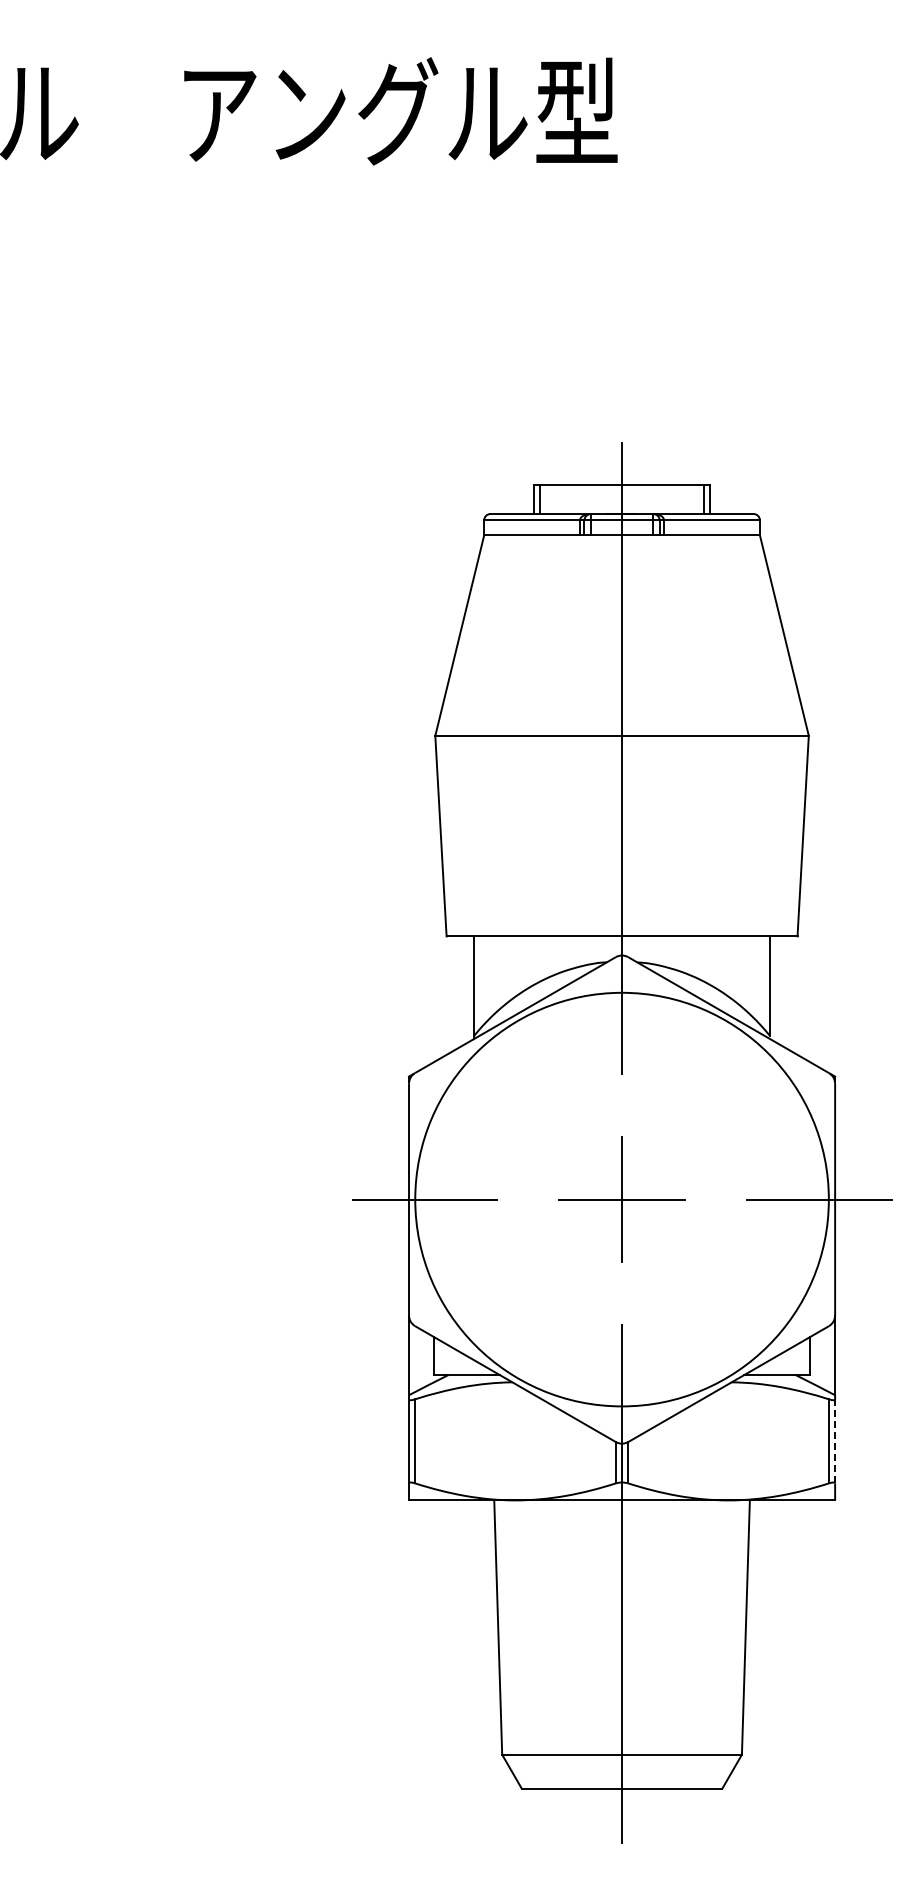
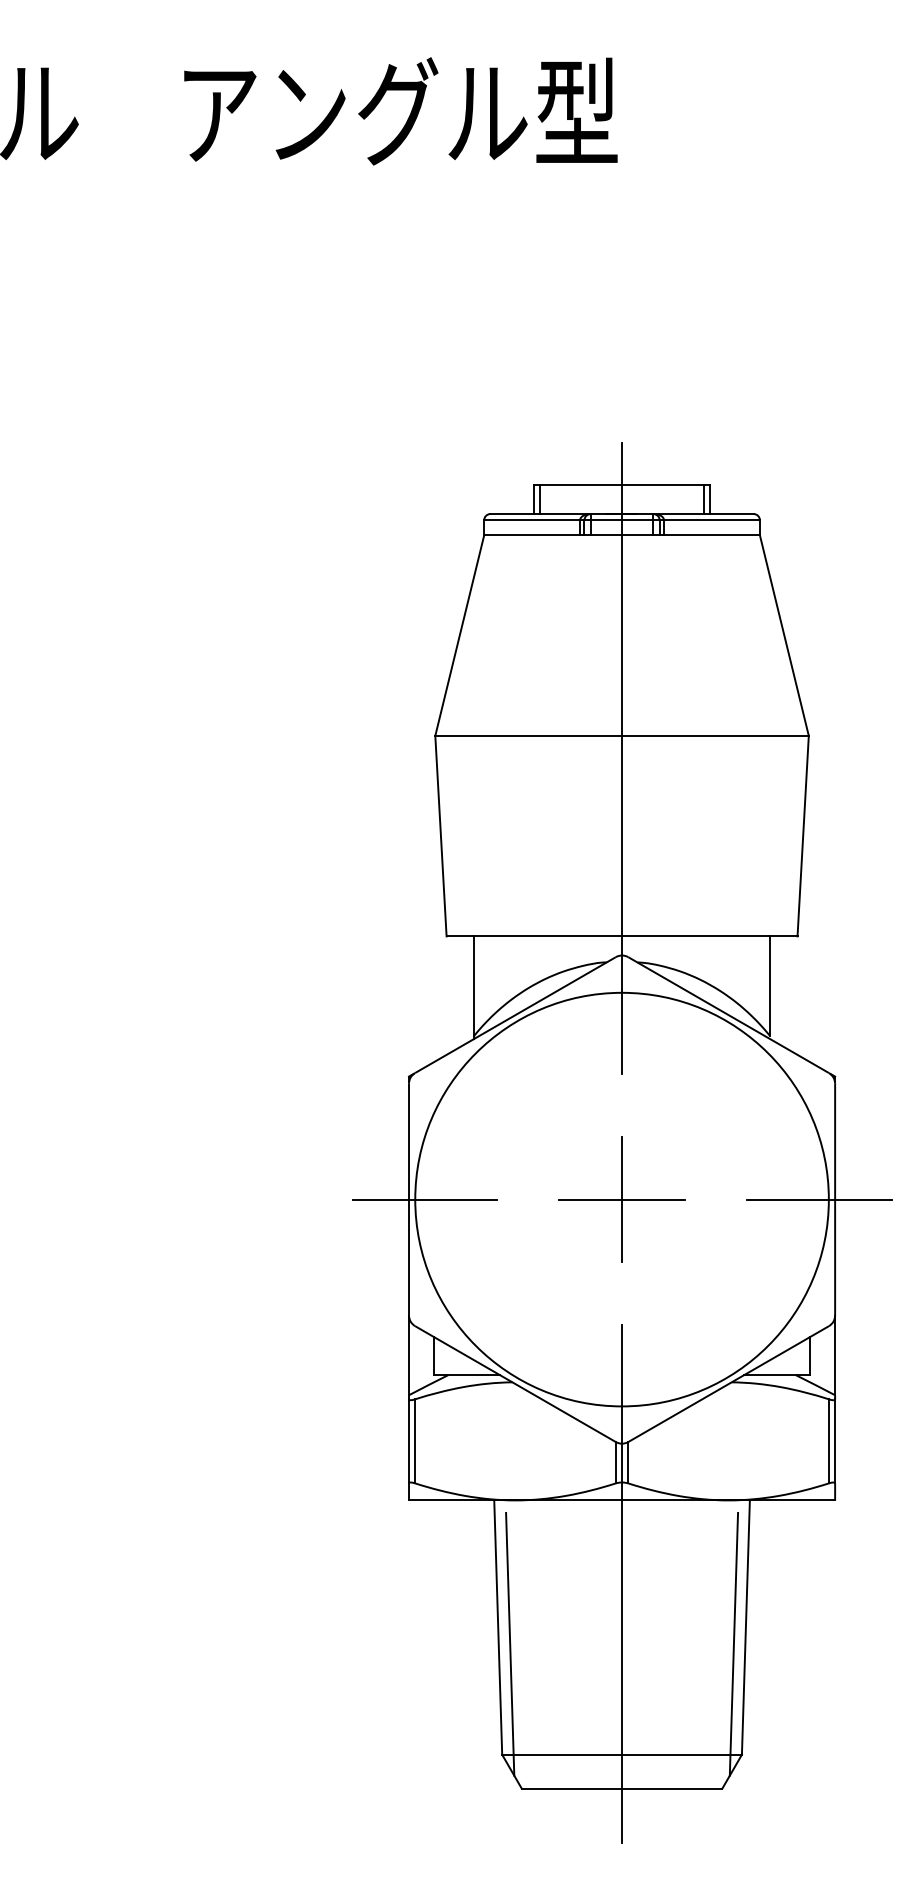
line at (835, 1441): dashed -> solid
line at (510, 1643): none -> present
line at (733, 1643): none -> present
